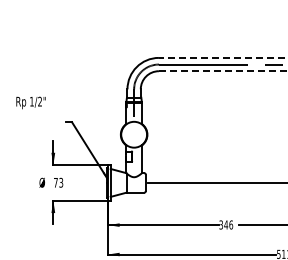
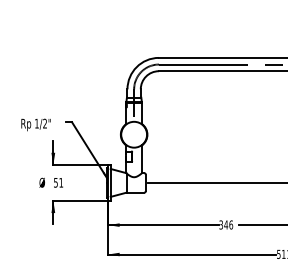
line at (222, 57): dashed -> solid
line at (223, 71): dashed -> solid
text at (30, 102) position: (30, 102) -> (35, 124)
text at (58, 182): 73 -> 51
